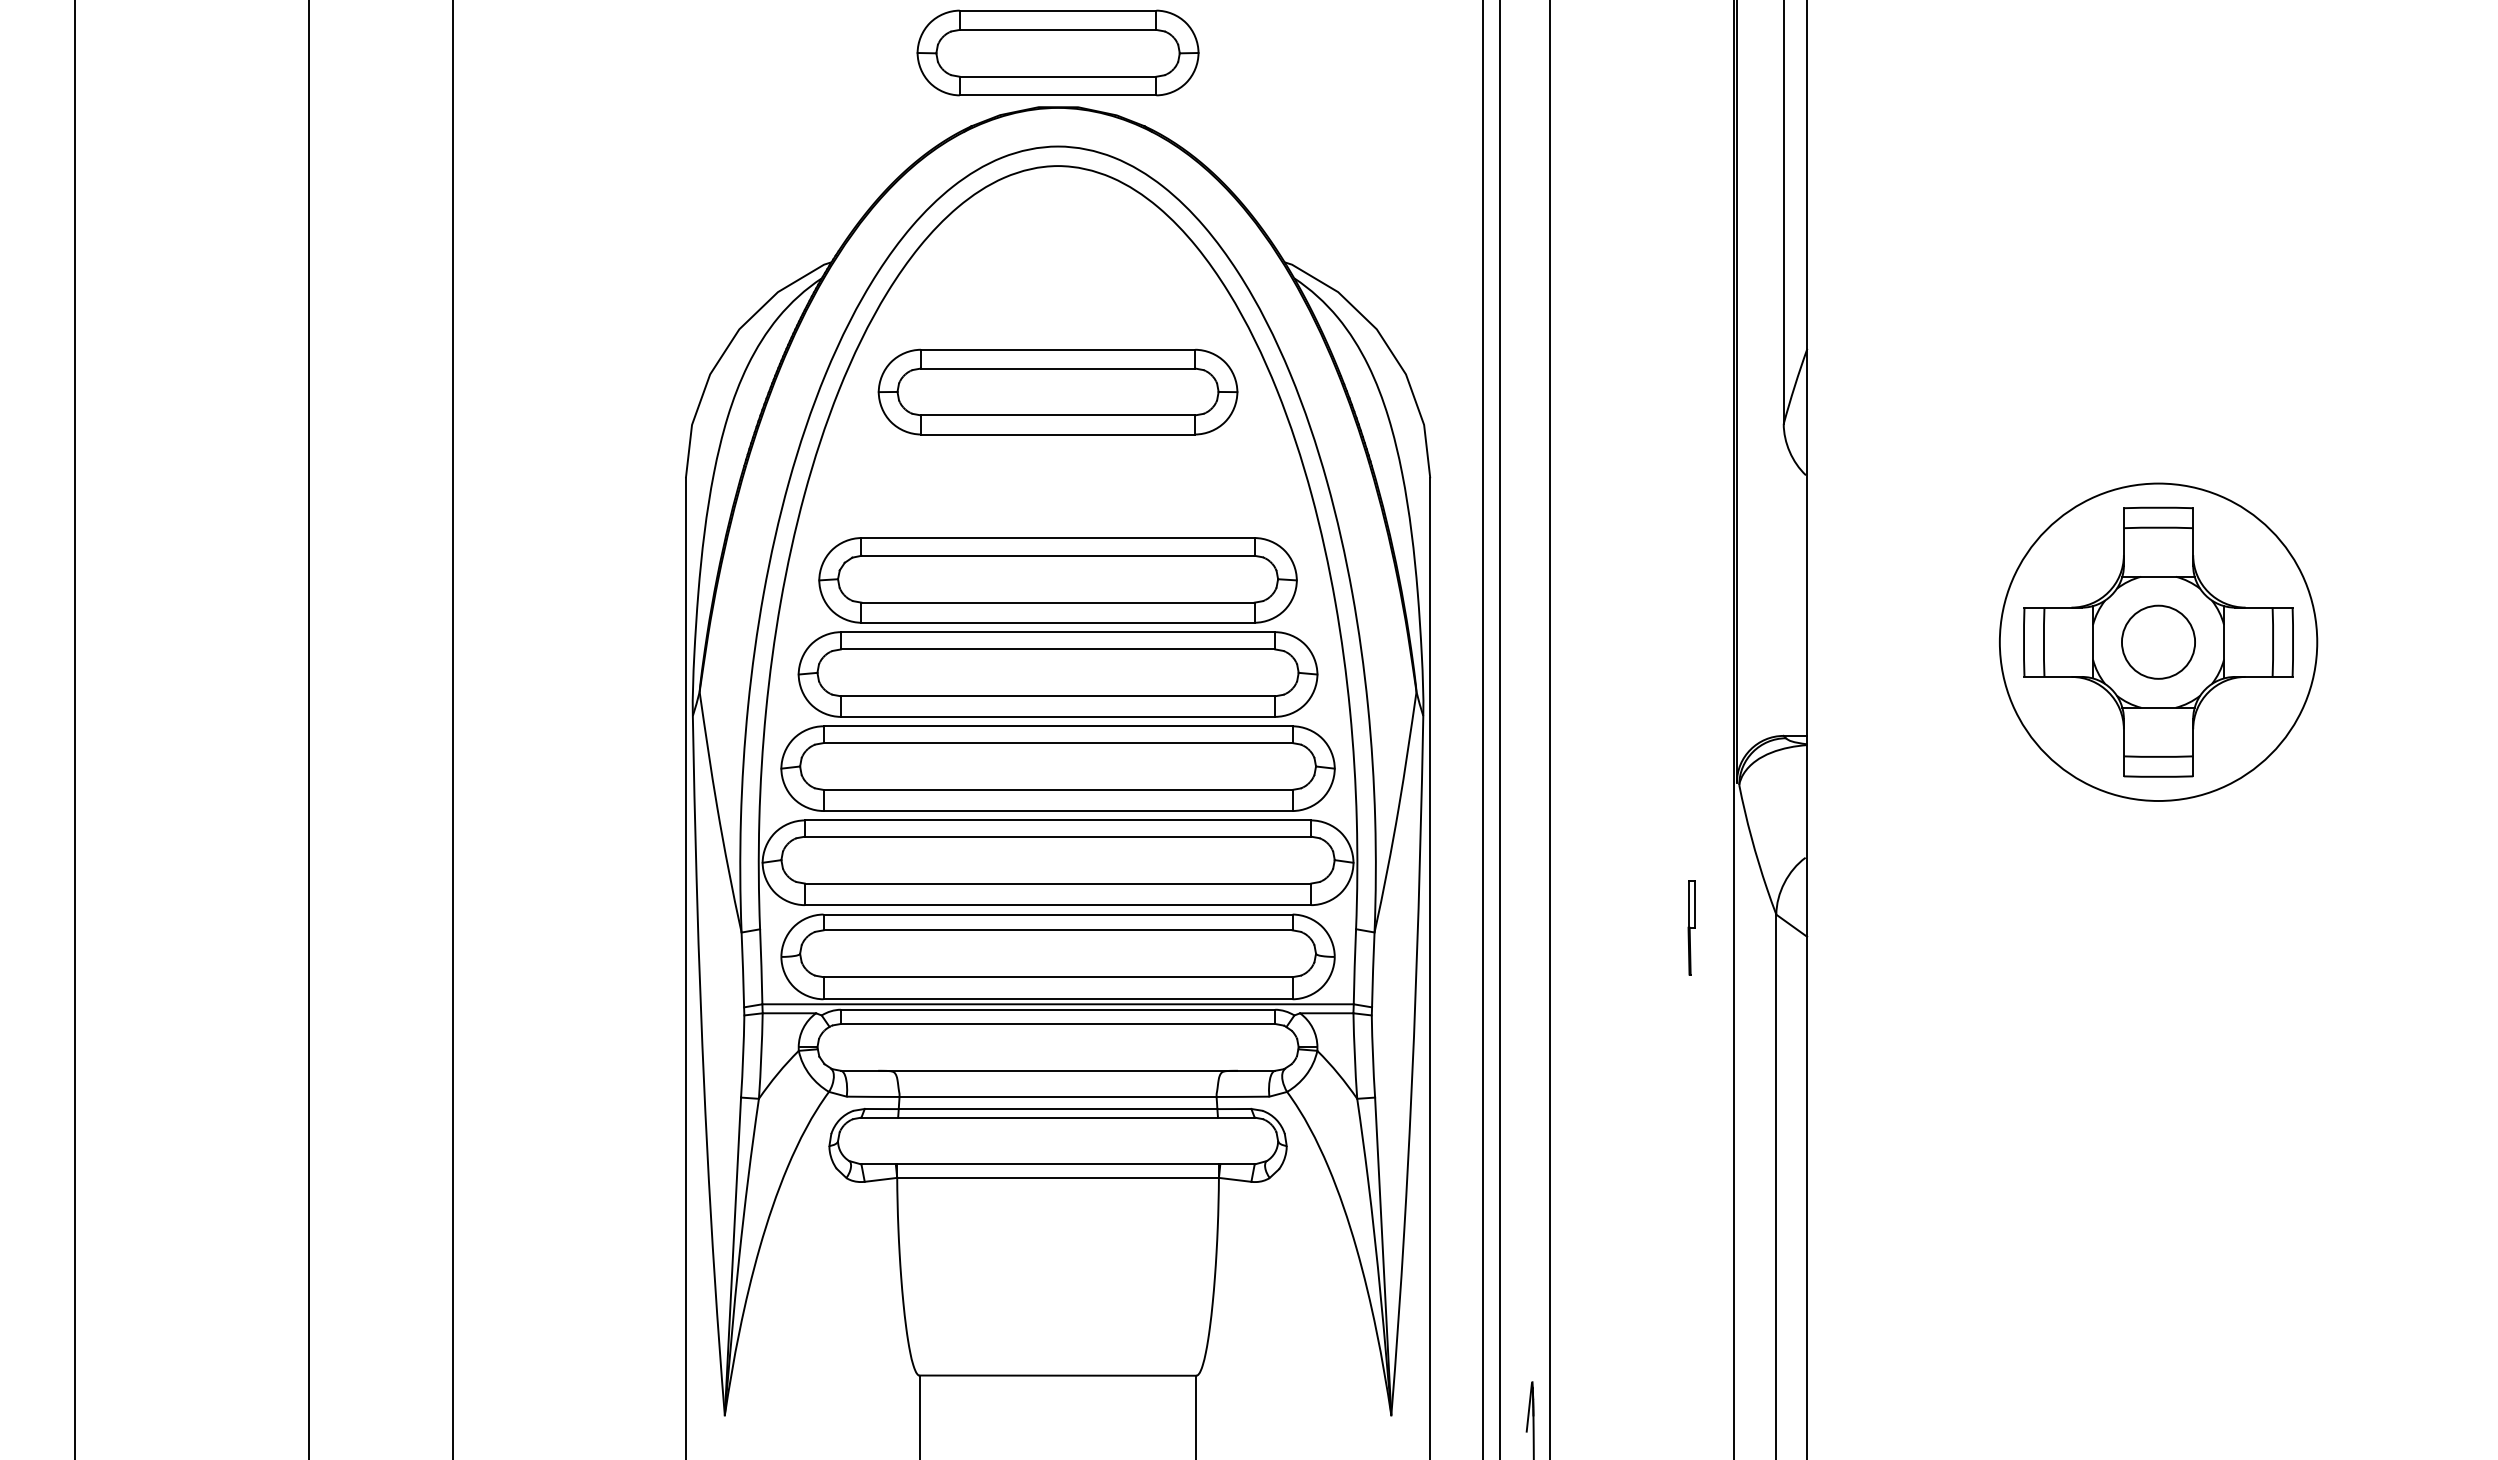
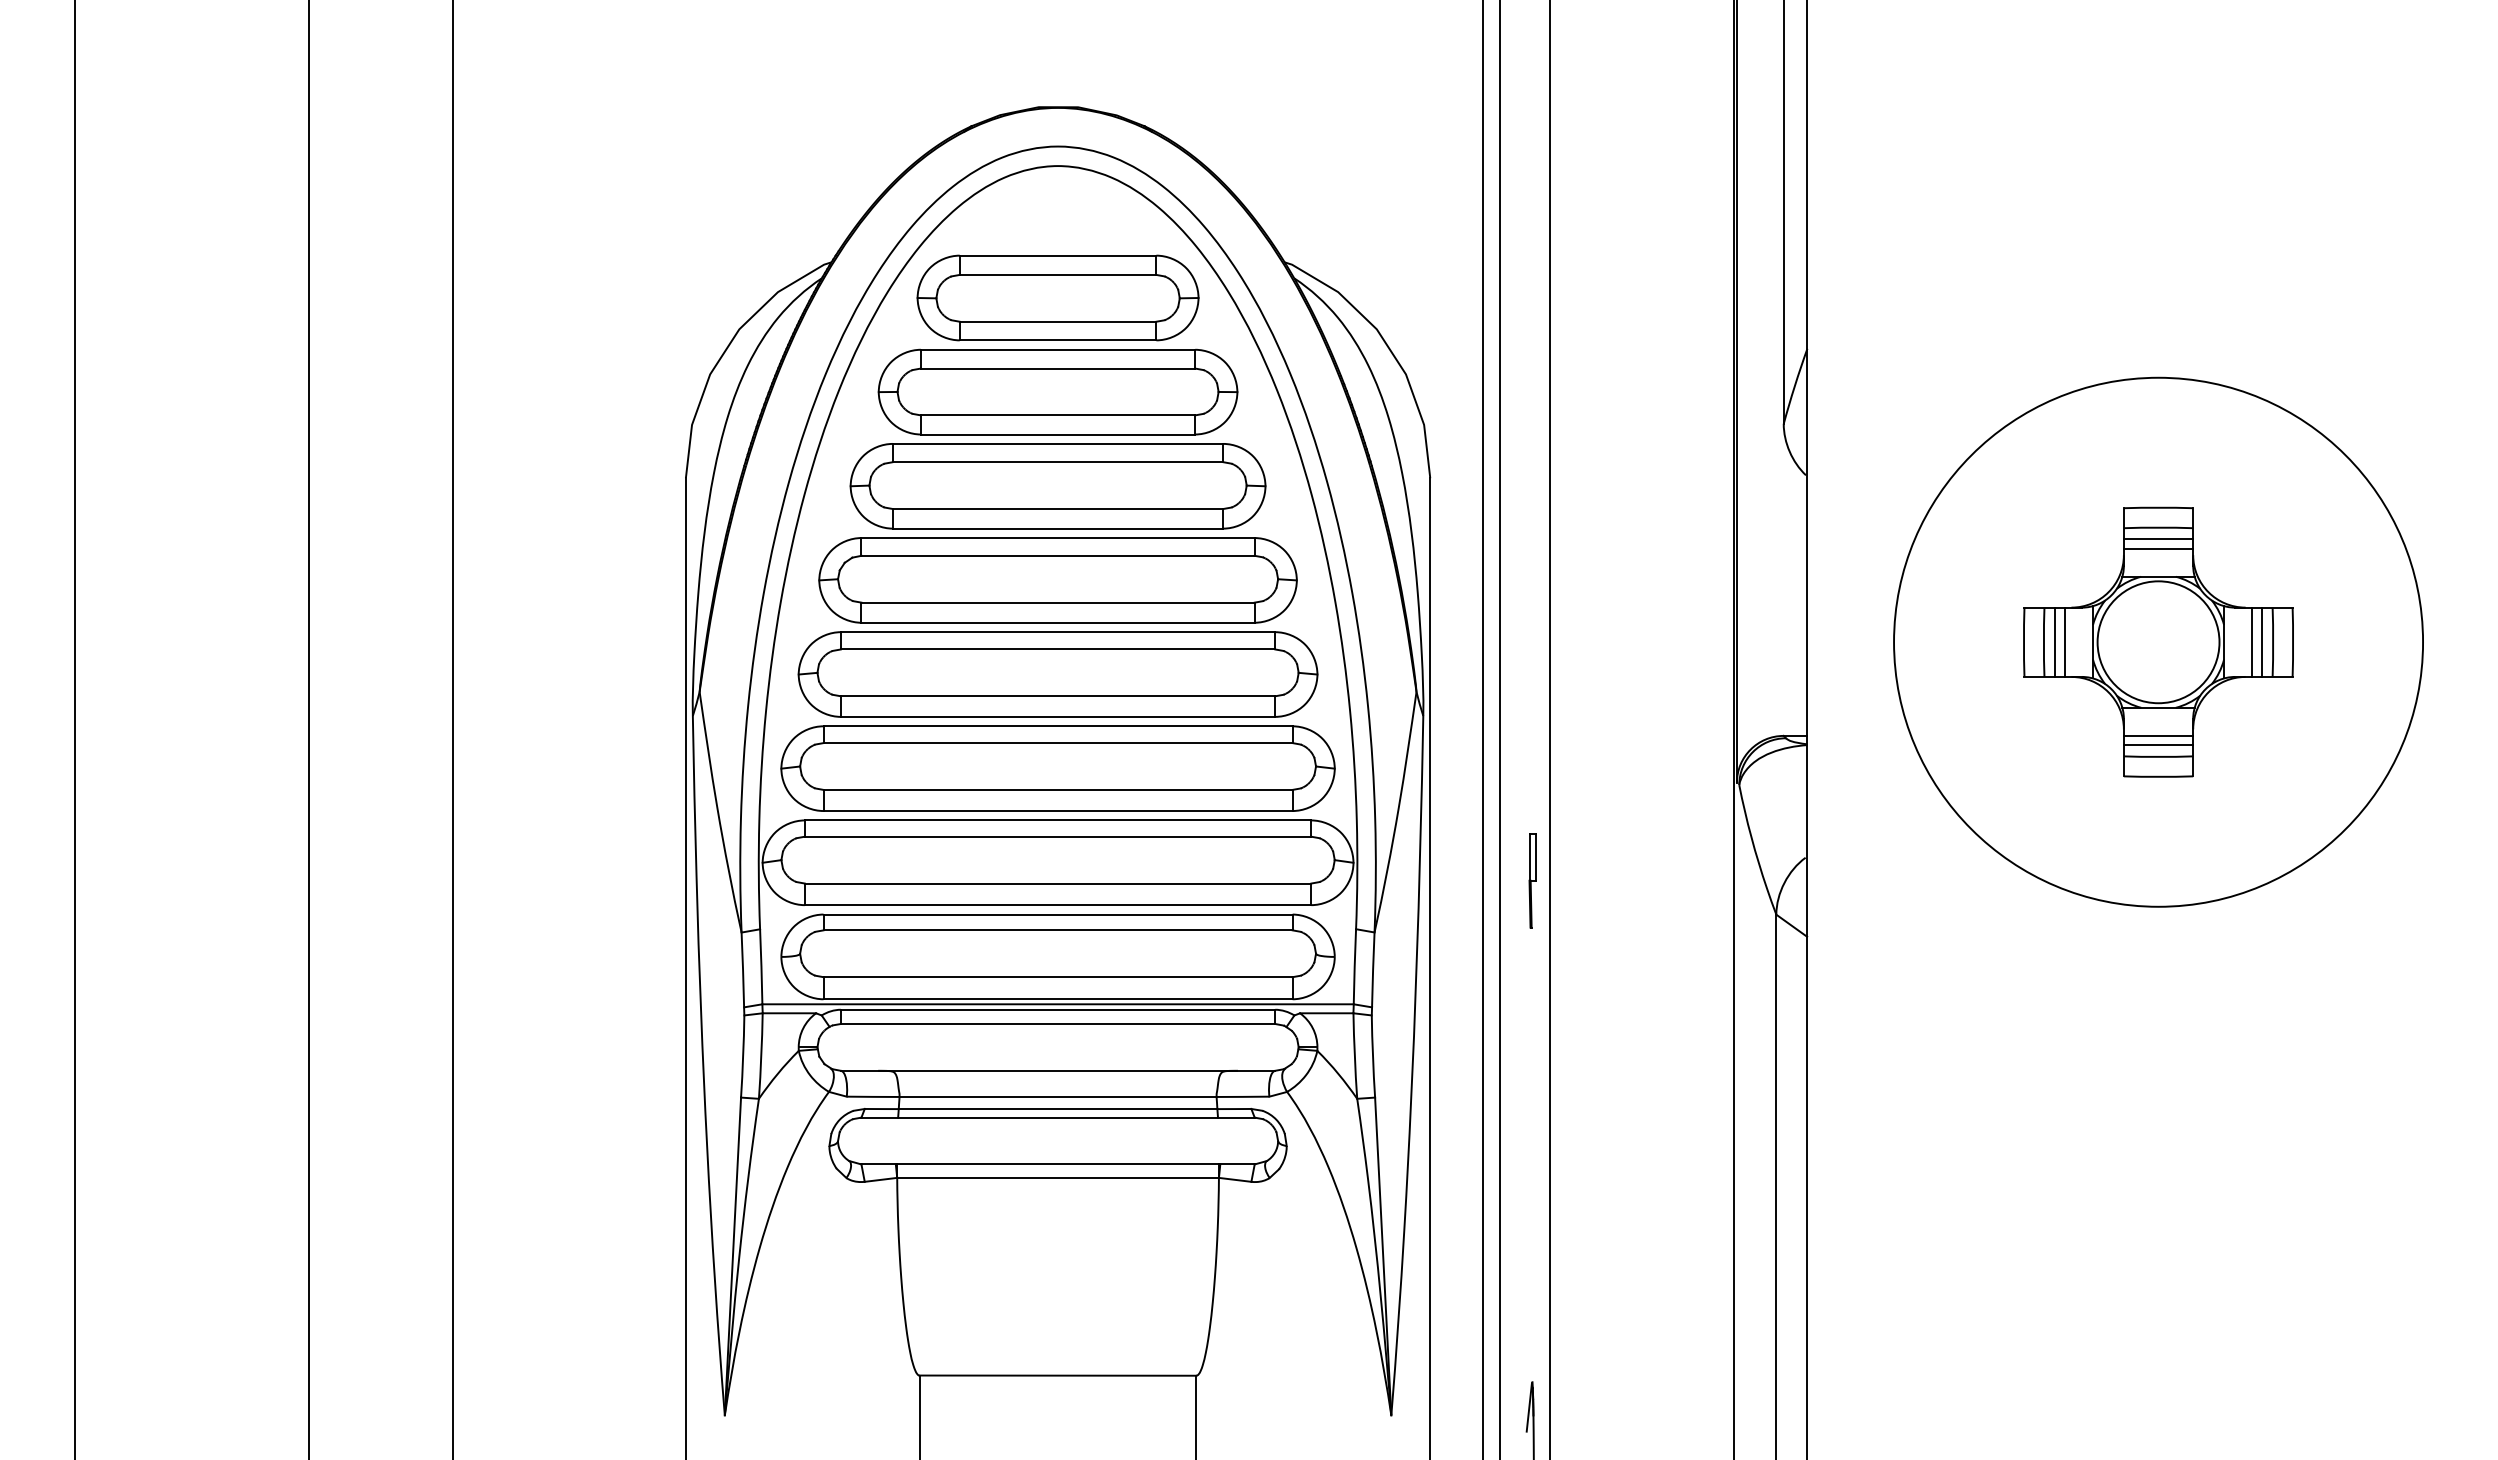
part at (1057, 52) position: (1057, 52) -> (1057, 297)
part at (1057, 486): none -> present
line at (2158, 539): none -> present
line at (2158, 548): none -> present
line at (2055, 641): none -> present
line at (2064, 641): none -> present
circle at (2158, 641) diameter: 73 px -> 122 px
line at (2252, 641): none -> present
line at (2261, 641): none -> present
circle at (2158, 642) diameter: 317 px -> 529 px
line at (2158, 735): none -> present
line at (2158, 745): none -> present
part at (1691, 927) position: (1691, 927) -> (1532, 880)
